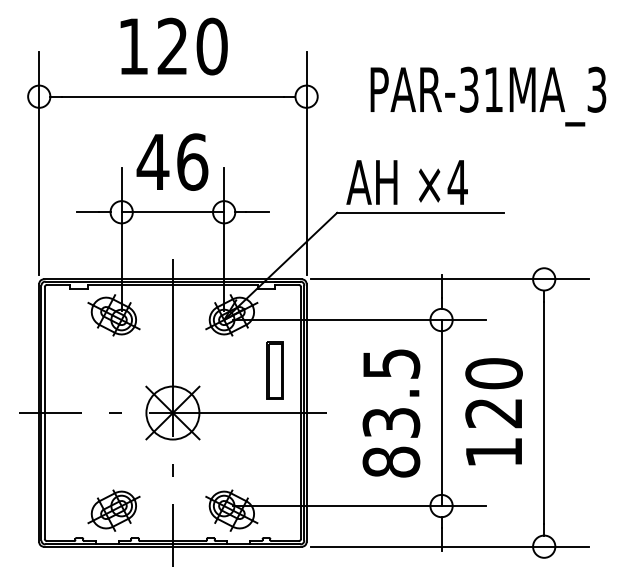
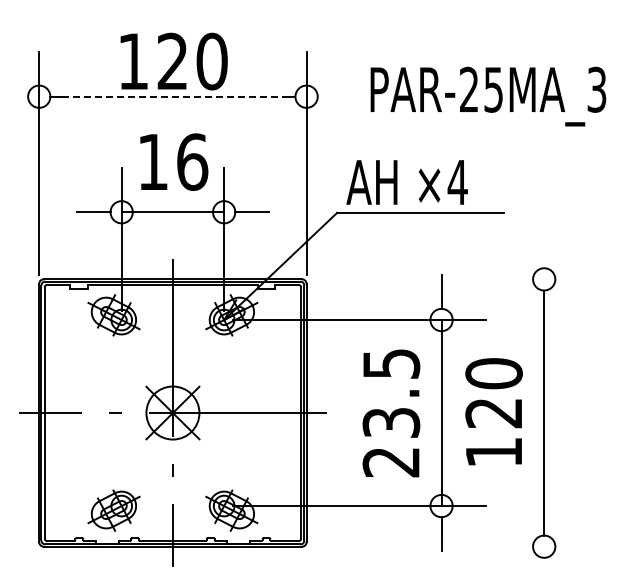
text at (173, 46) position: (173, 46) -> (173, 61)
text at (481, 89): PAR-31MA_3 -> PAR-25MA_3
line at (173, 96): solid -> dashed
text at (152, 161): 46 -> 16
line at (449, 279): present -> none
part at (274, 370): present -> none
text at (391, 461): 83.5 -> 23.5
line at (449, 546): present -> none
